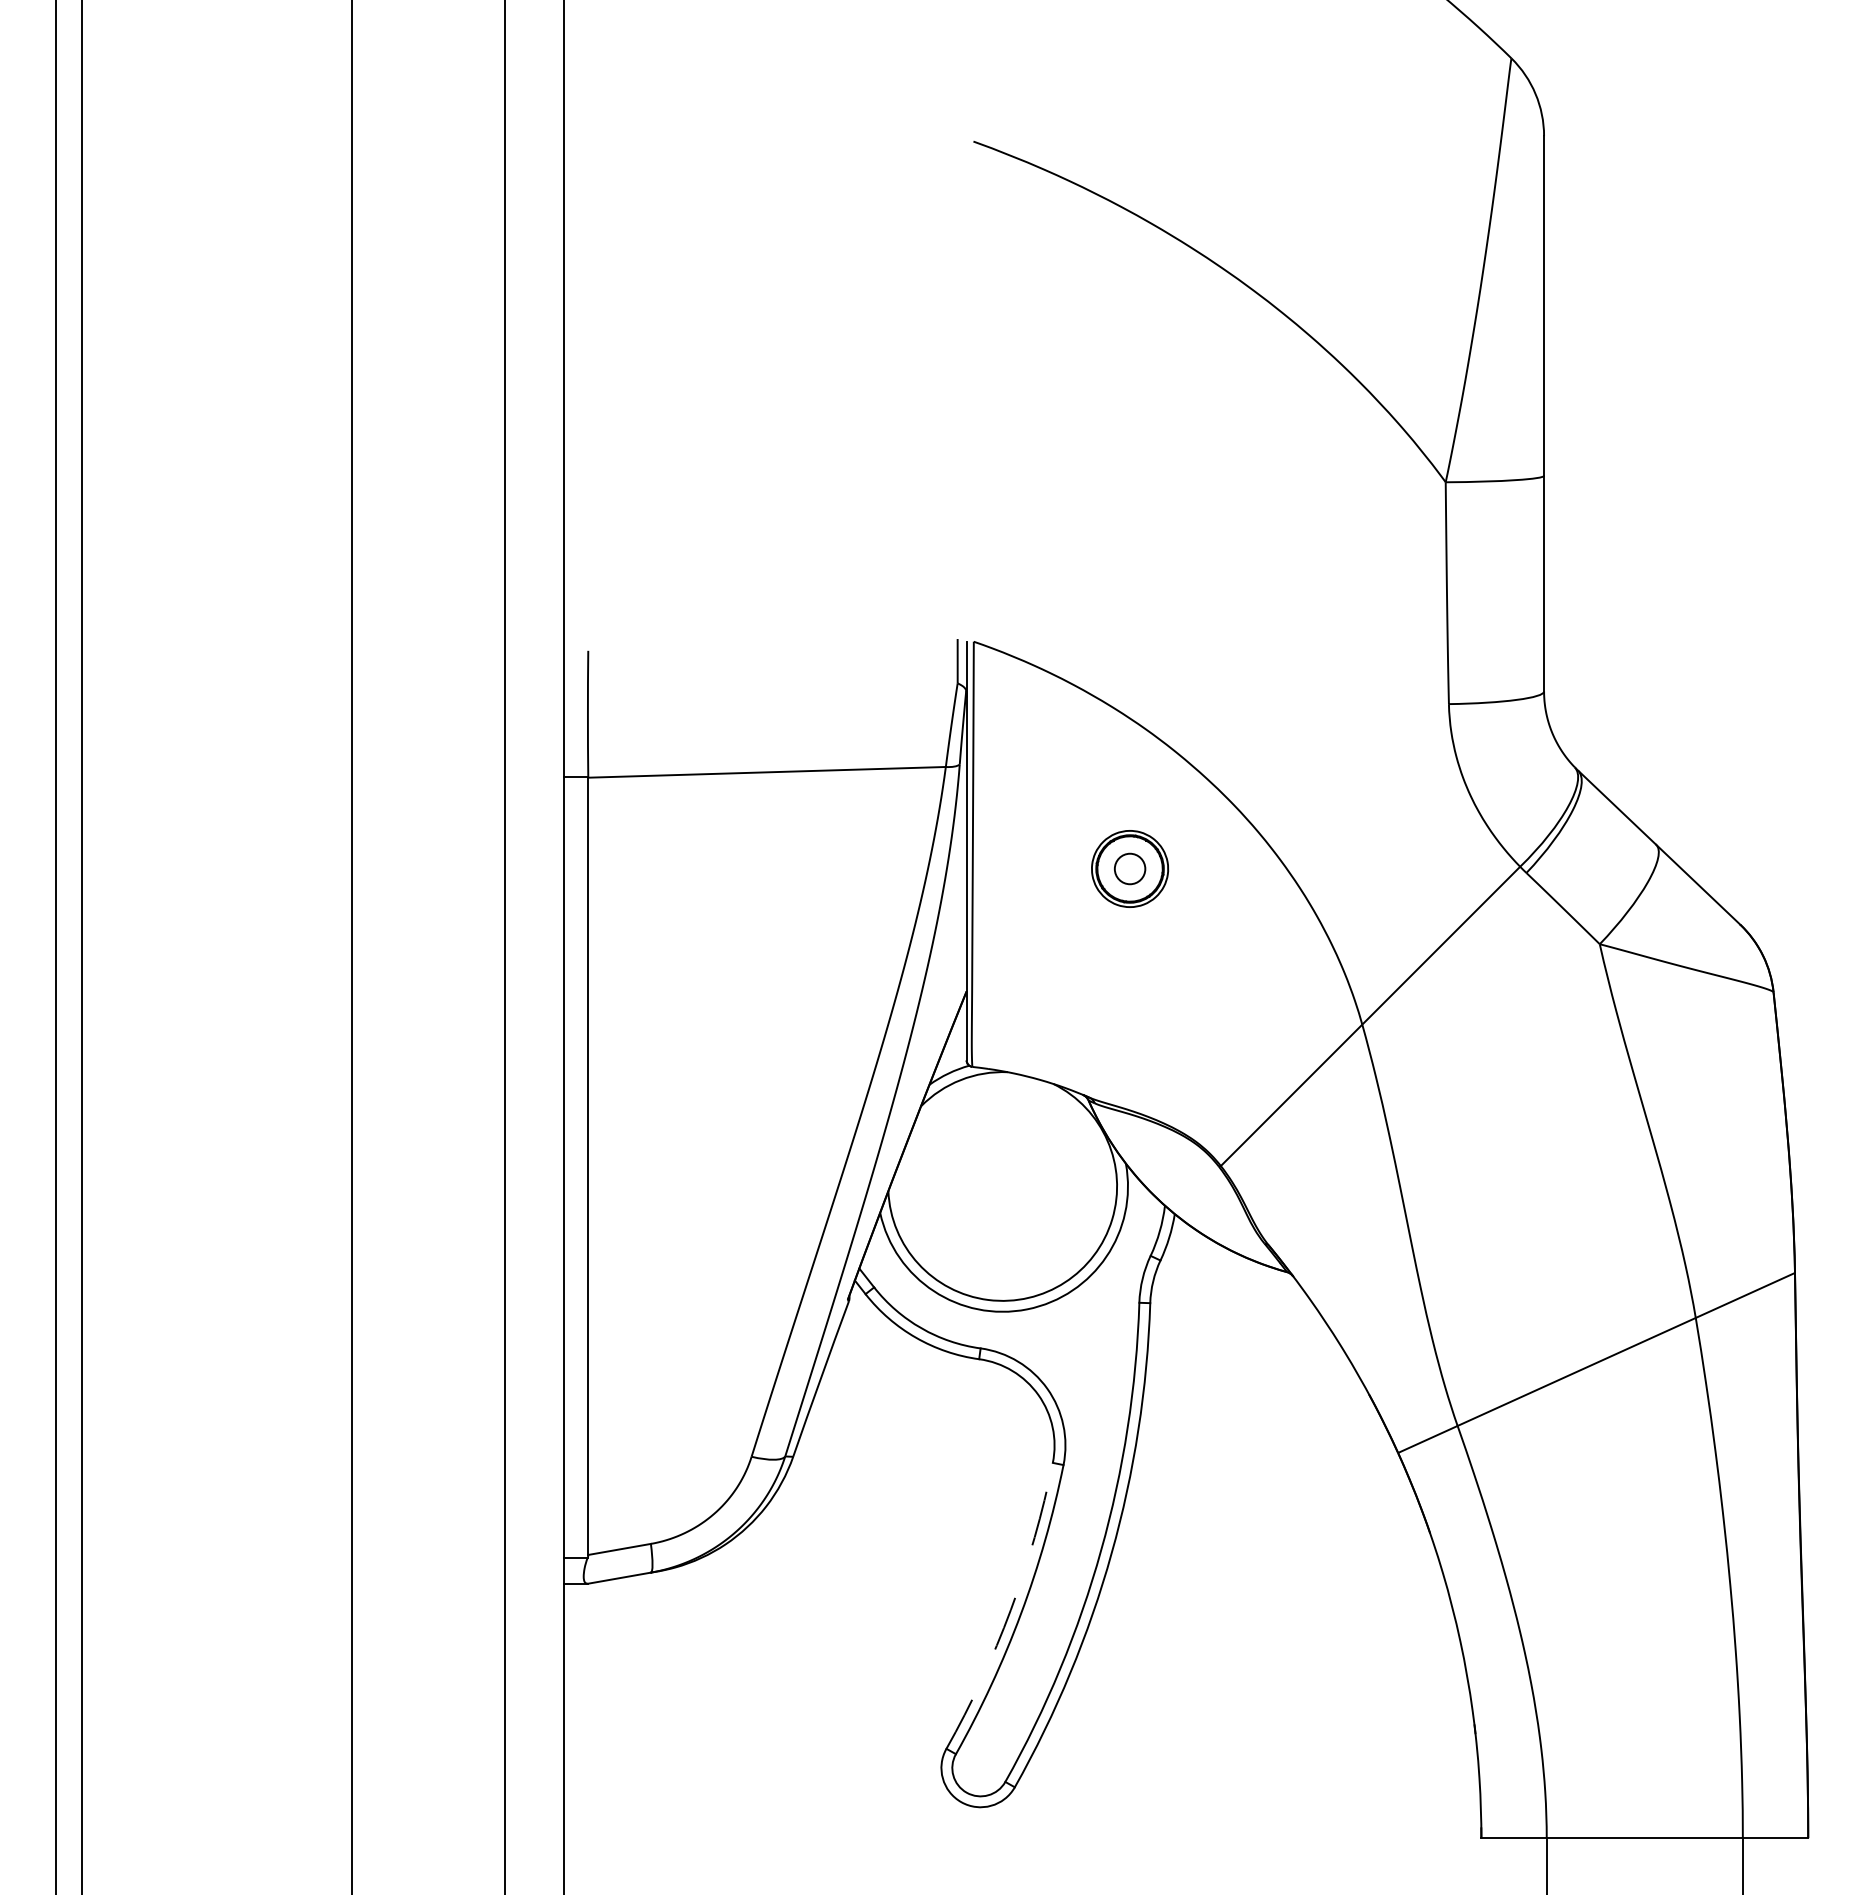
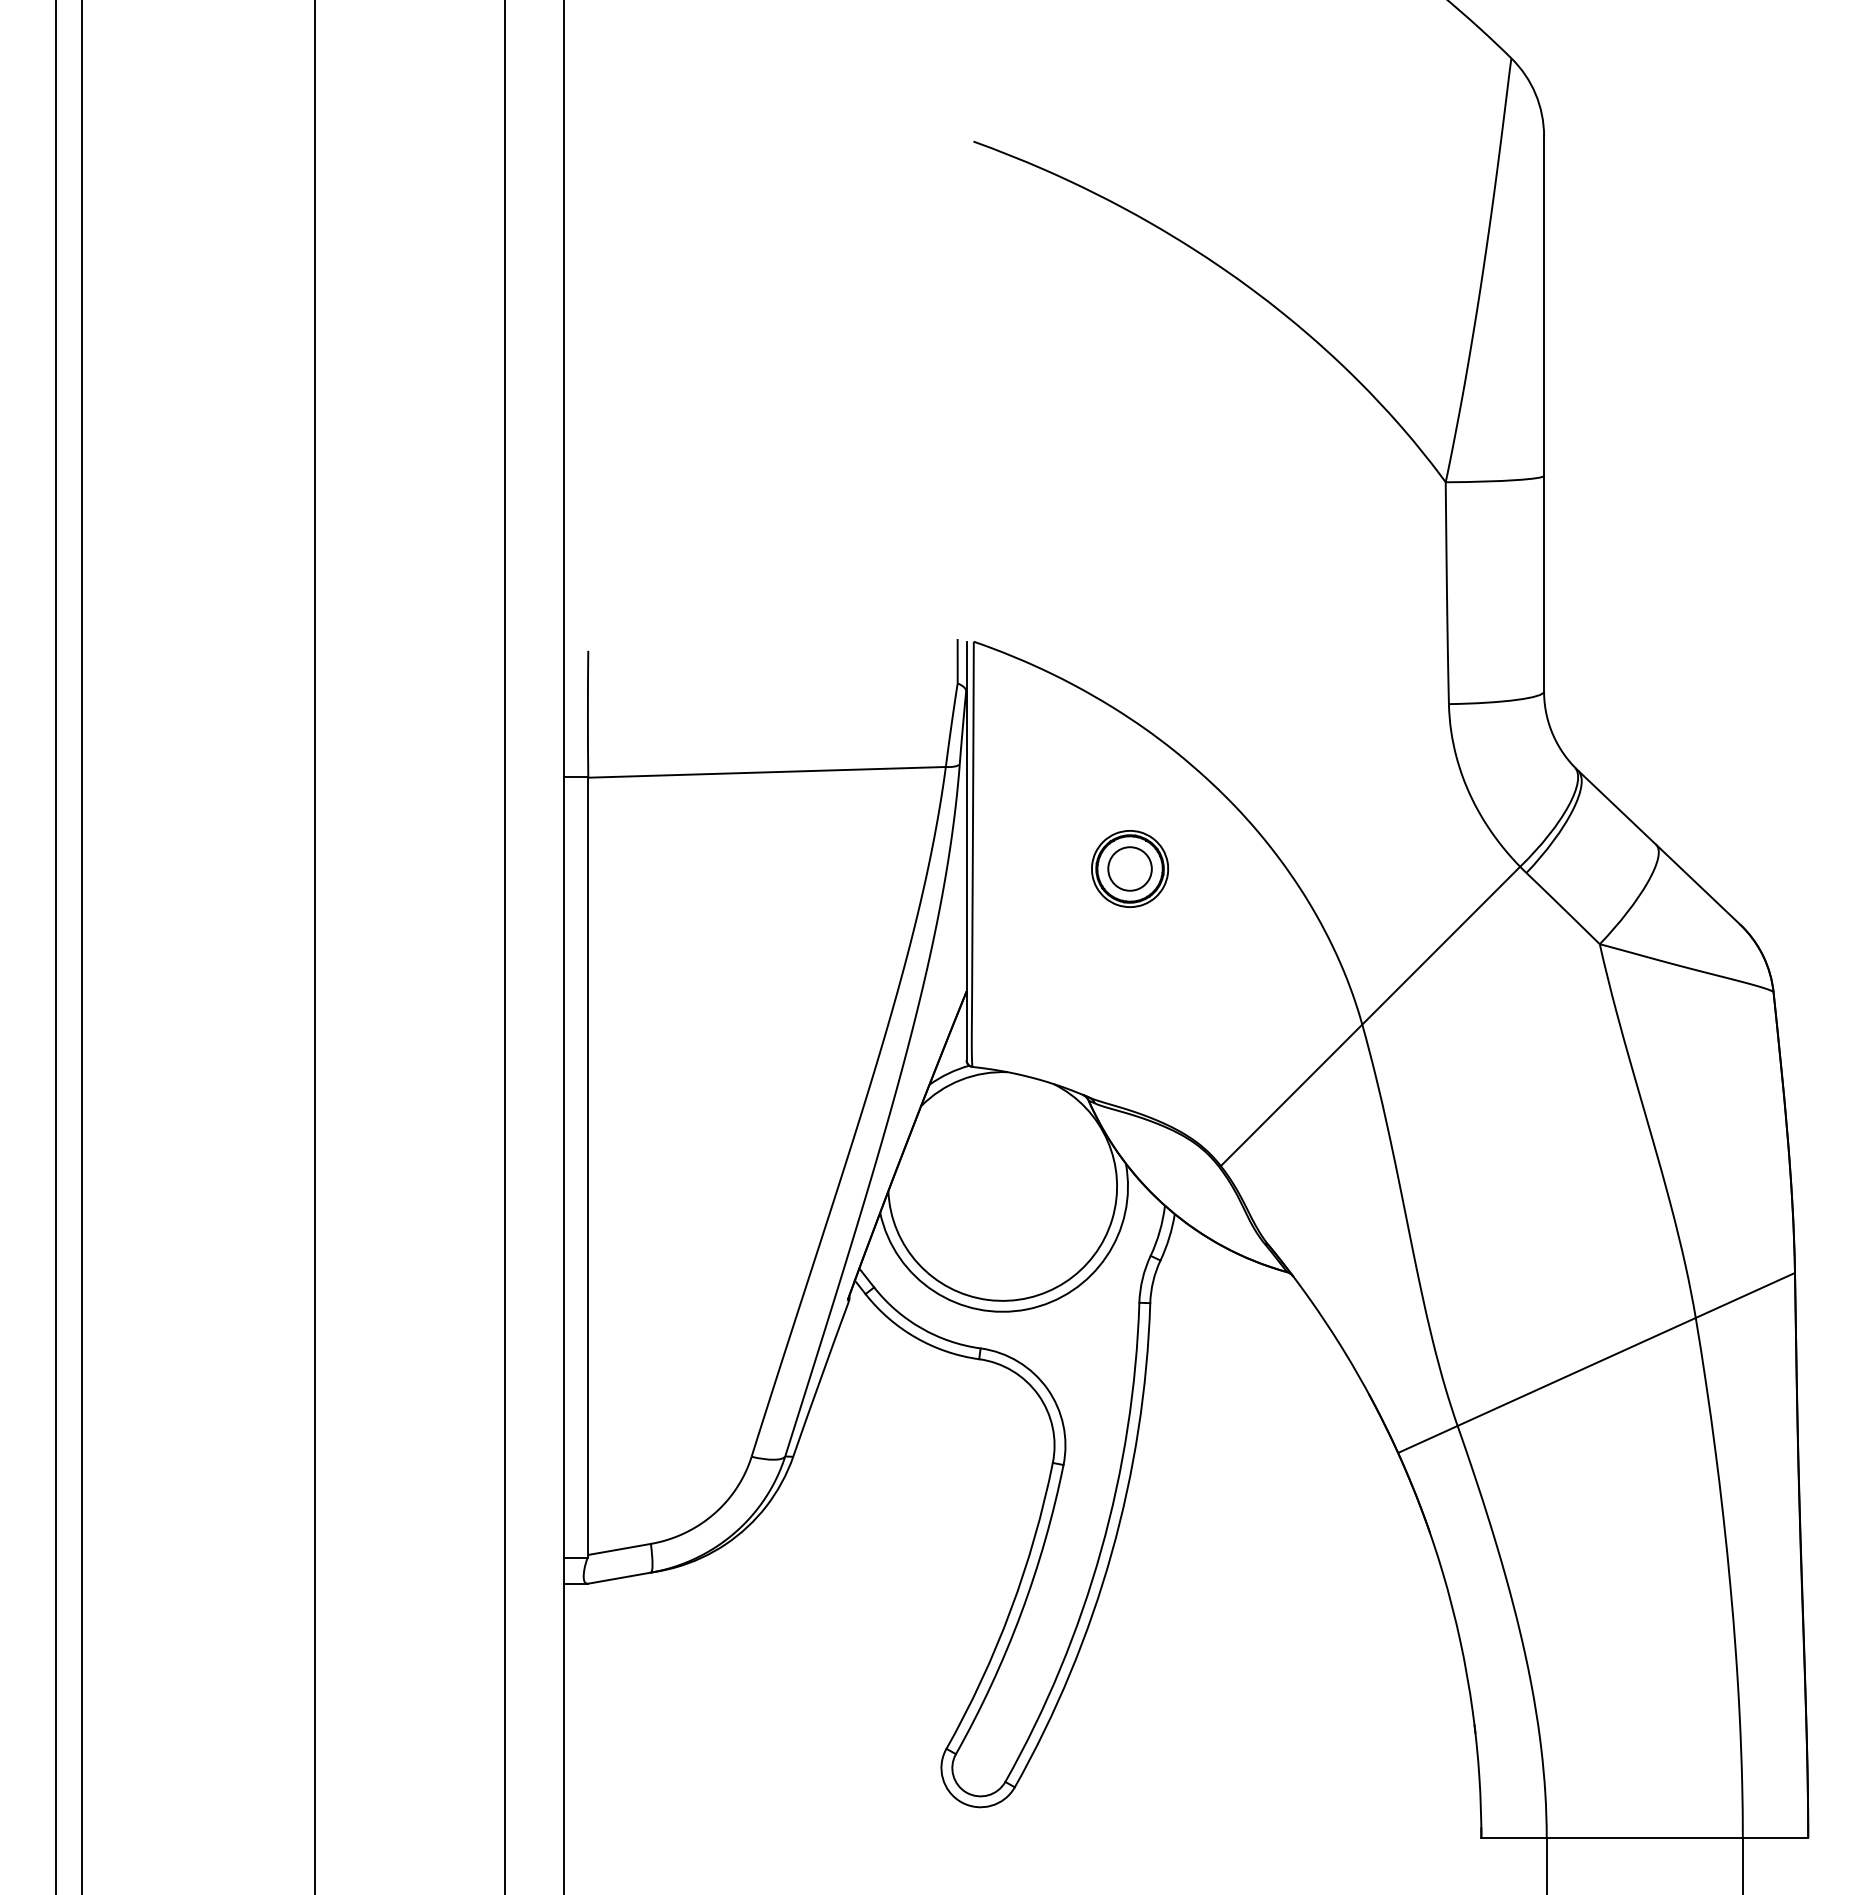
circle at (1129, 868) diameter: 31 px -> 44 px
line at (352, 946) position: (352, 946) -> (315, 946)
arc at (1010, 1610): dashed -> solid
